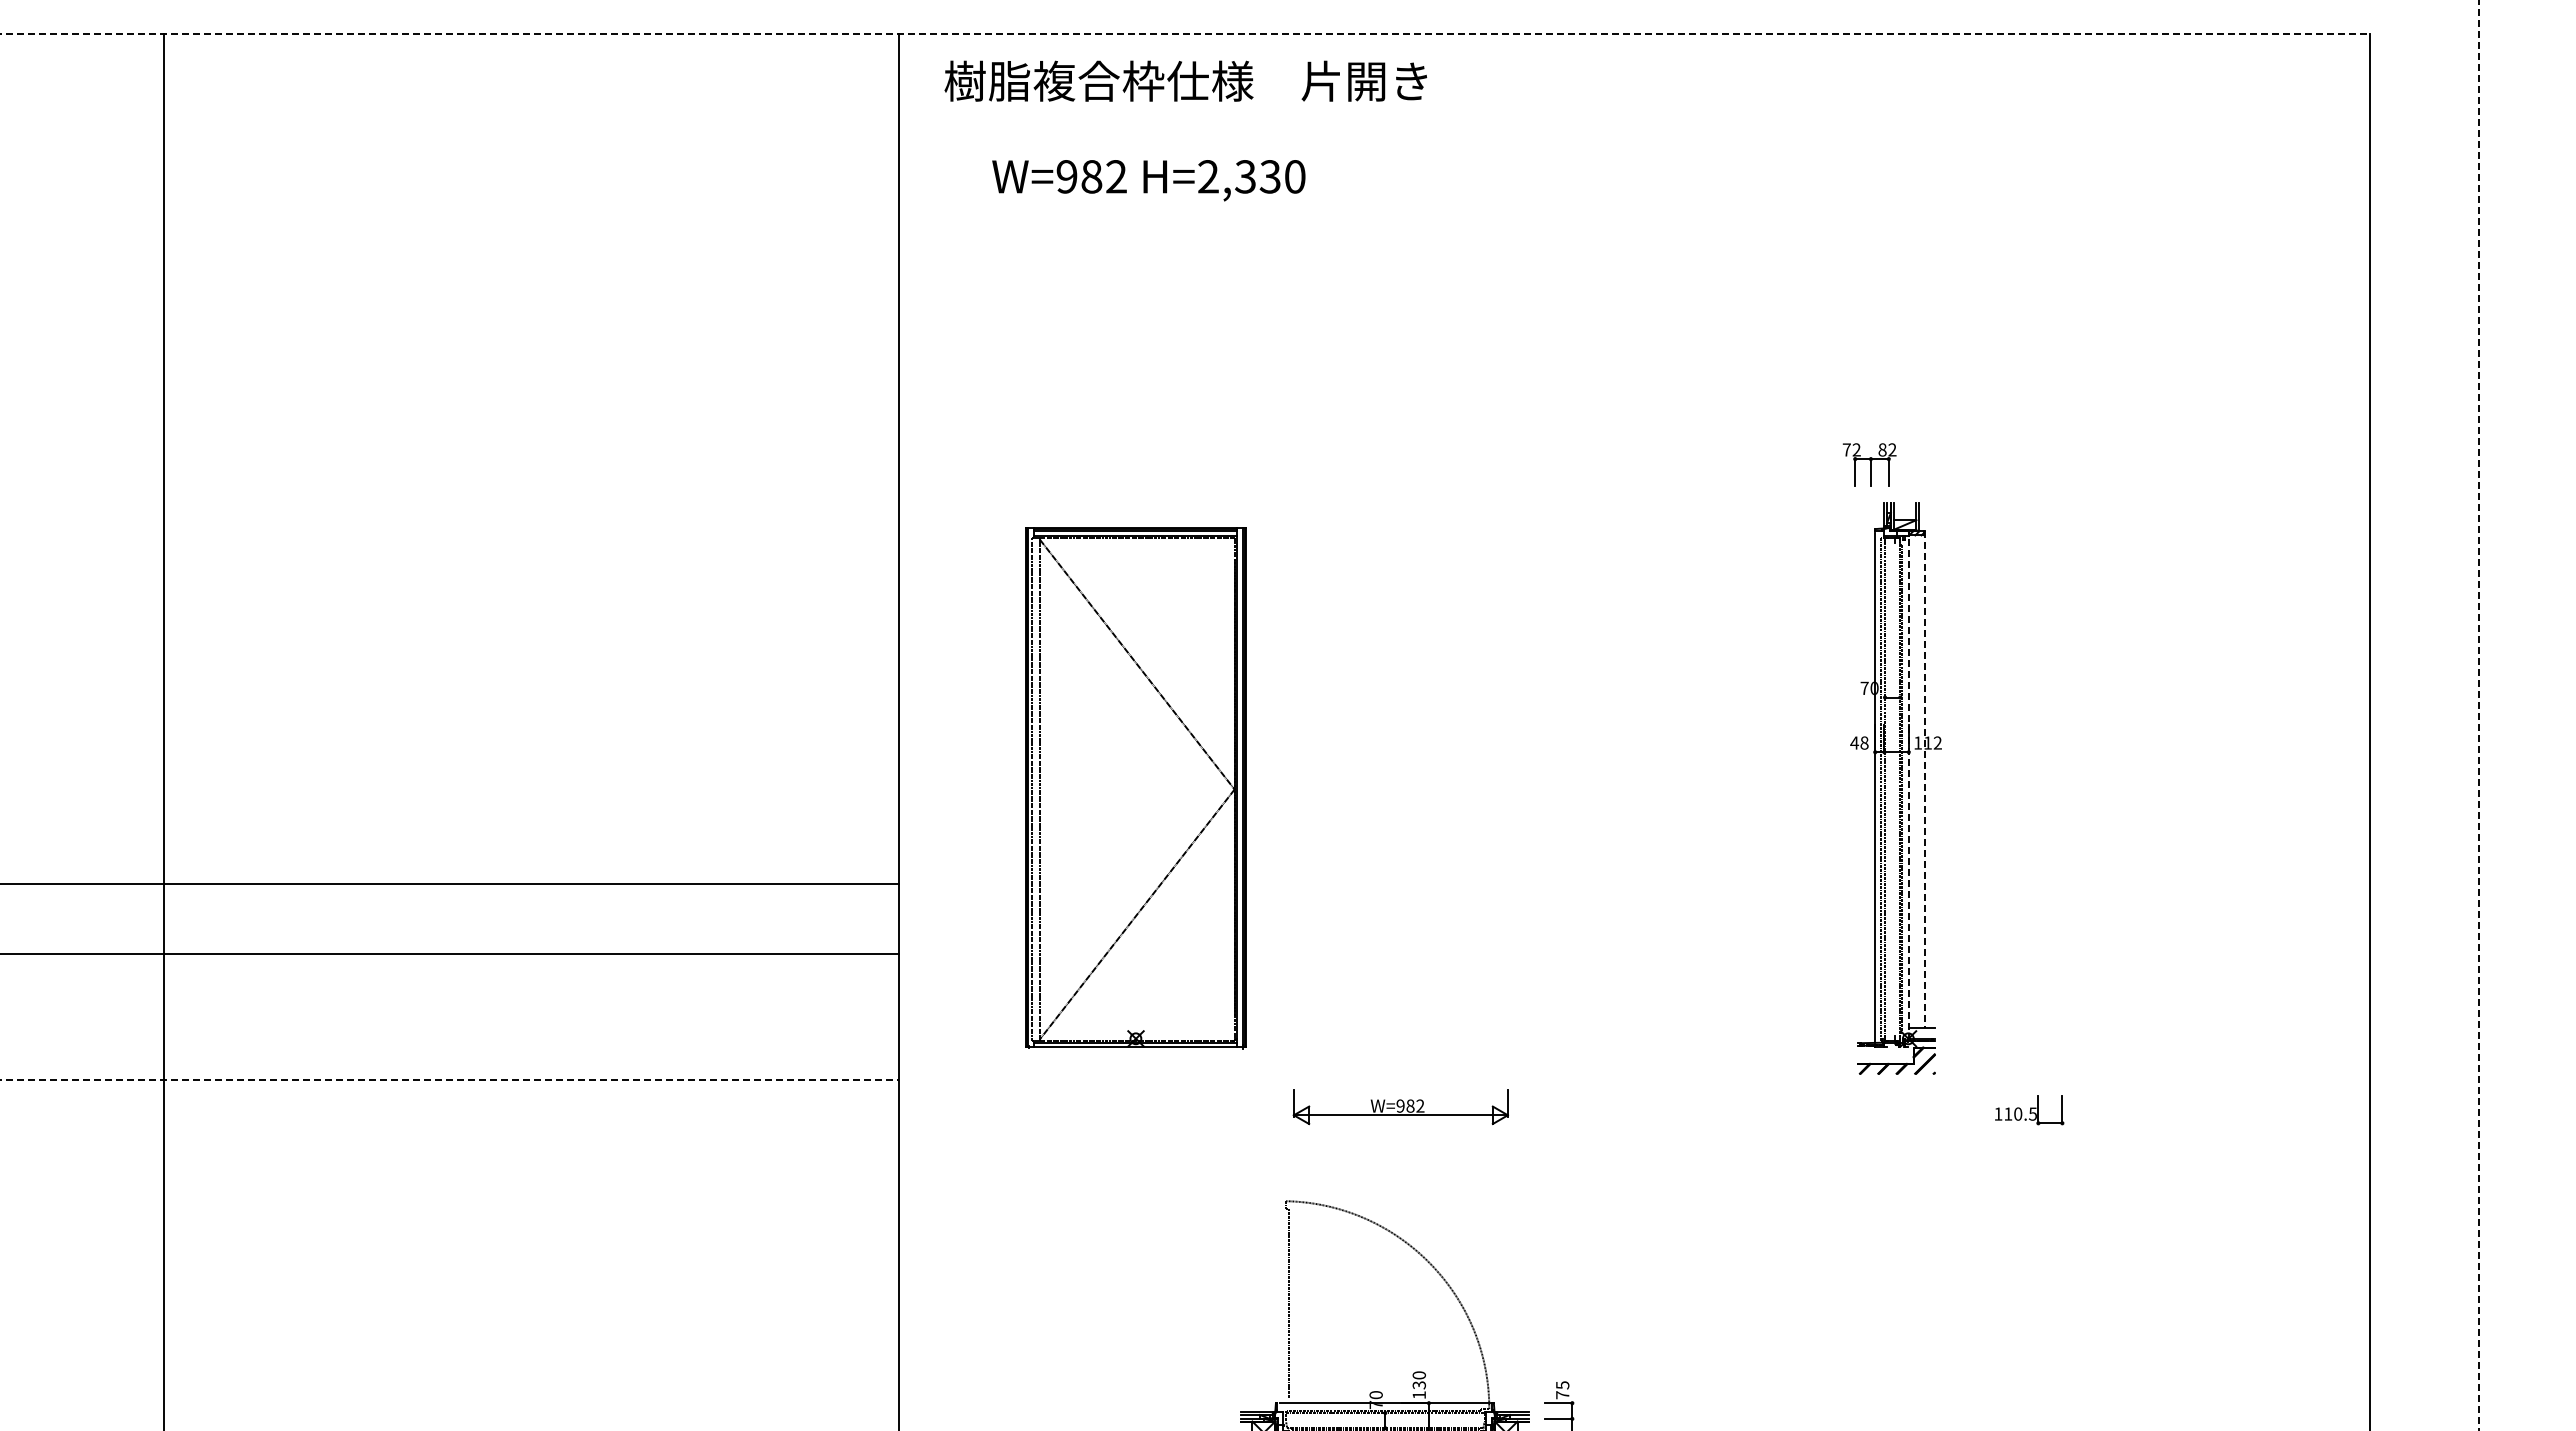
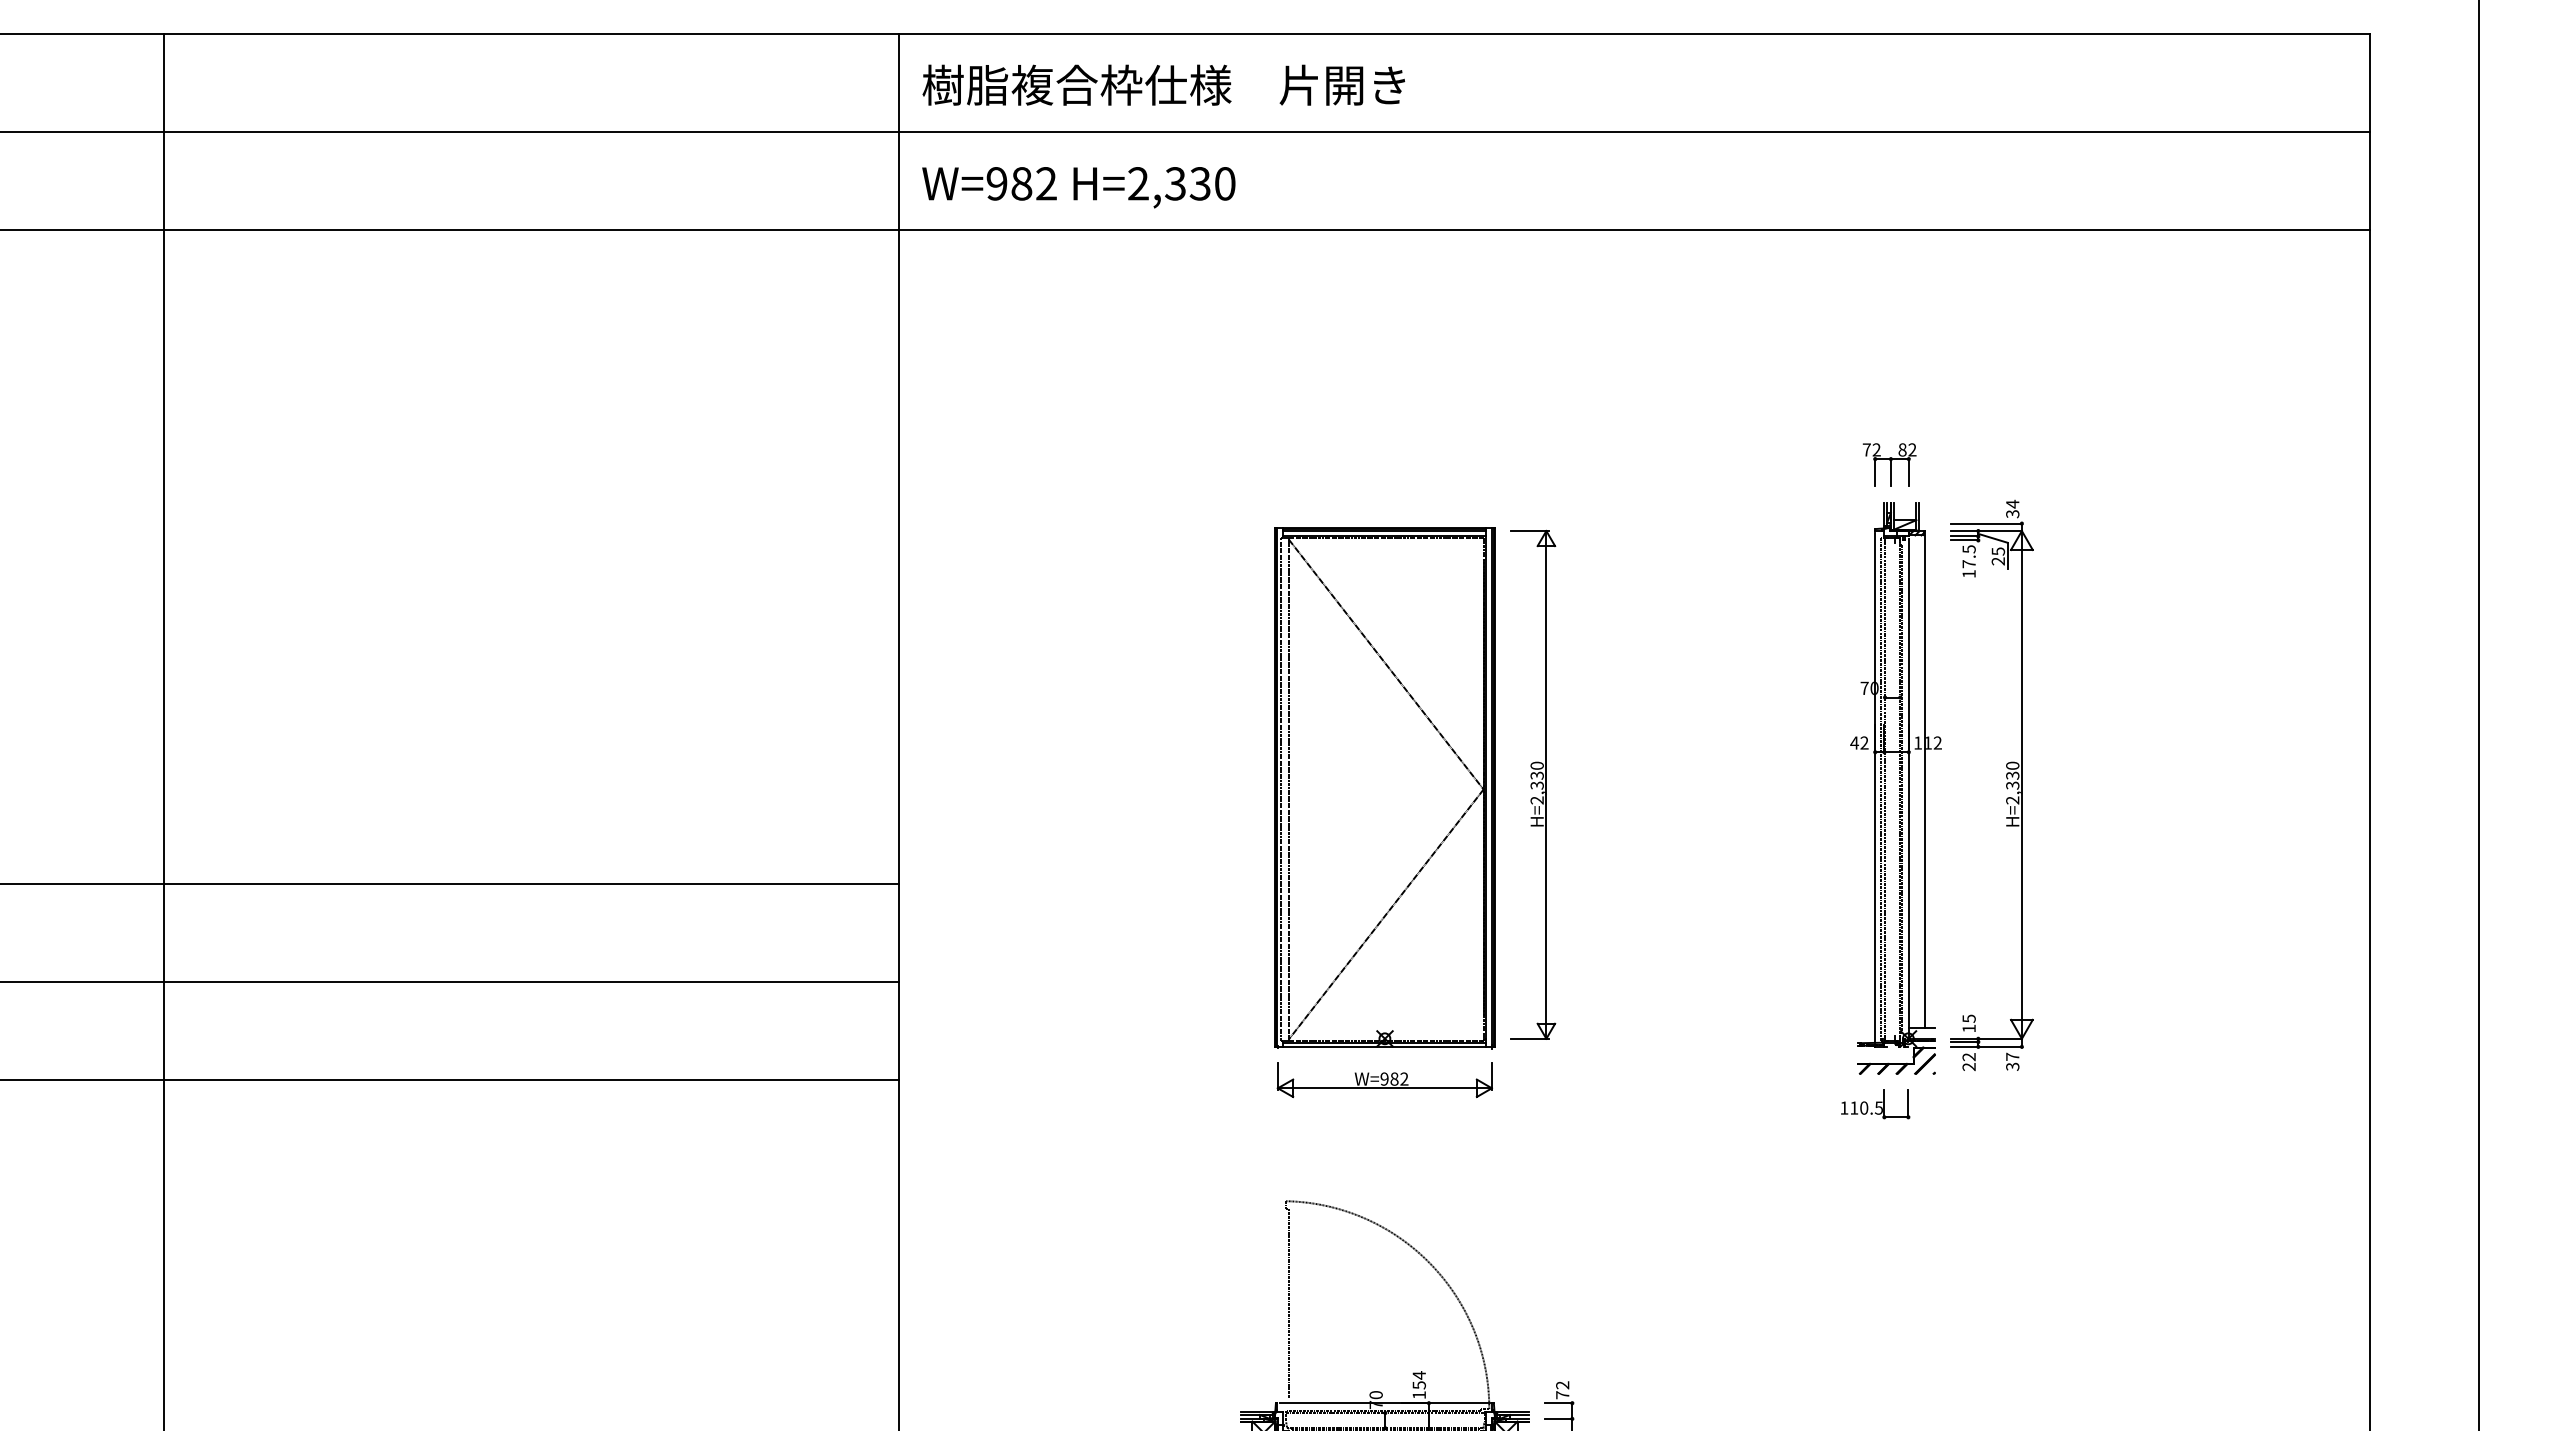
line at (1185, 34): dashed -> solid
text at (1185, 80) position: (1185, 80) -> (1163, 84)
line at (1186, 132): none -> present
text at (1148, 180) position: (1148, 180) -> (1078, 187)
line at (1186, 230): none -> present
part at (1869, 464) position: (1869, 464) -> (1889, 464)
line at (2479, 715): dashed -> solid
text at (1864, 742): 48 -> 42
line at (1924, 779): dashed -> solid
part at (1533, 784): none -> present
part at (2006, 784): none -> present
part at (1135, 788) position: (1135, 788) -> (1384, 788)
line at (1908, 789): dashed -> solid
line at (450, 954) position: (450, 954) -> (450, 982)
line at (450, 1080): dashed -> solid
part at (1400, 1106) position: (1400, 1106) -> (1384, 1079)
part at (2029, 1110) position: (2029, 1110) -> (1875, 1104)
text at (1418, 1379): 130 -> 154
text at (1562, 1385): 75 -> 72
